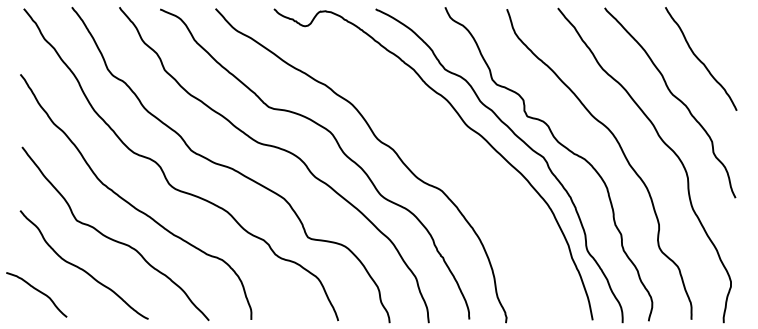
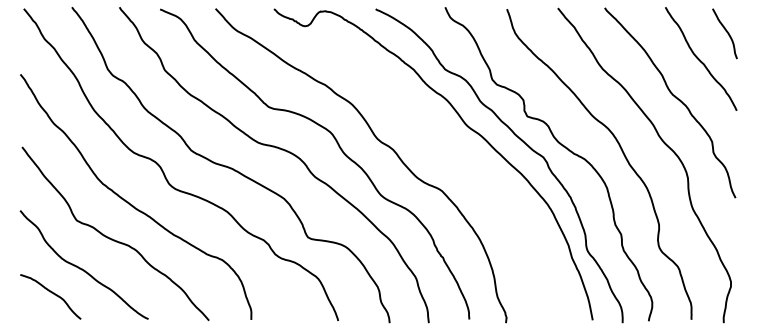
curve at (725, 31): none -> present
curve at (37, 291) position: (37, 291) -> (51, 293)
